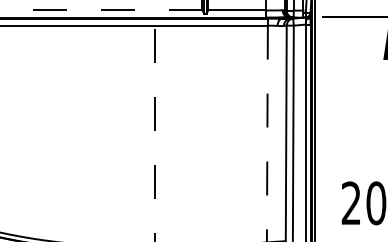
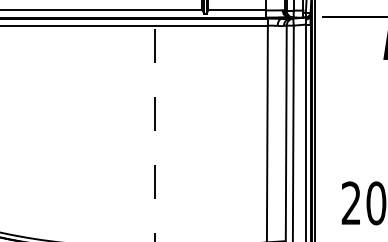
line at (101, 10): dashed -> solid
line at (267, 133): dashed -> solid
